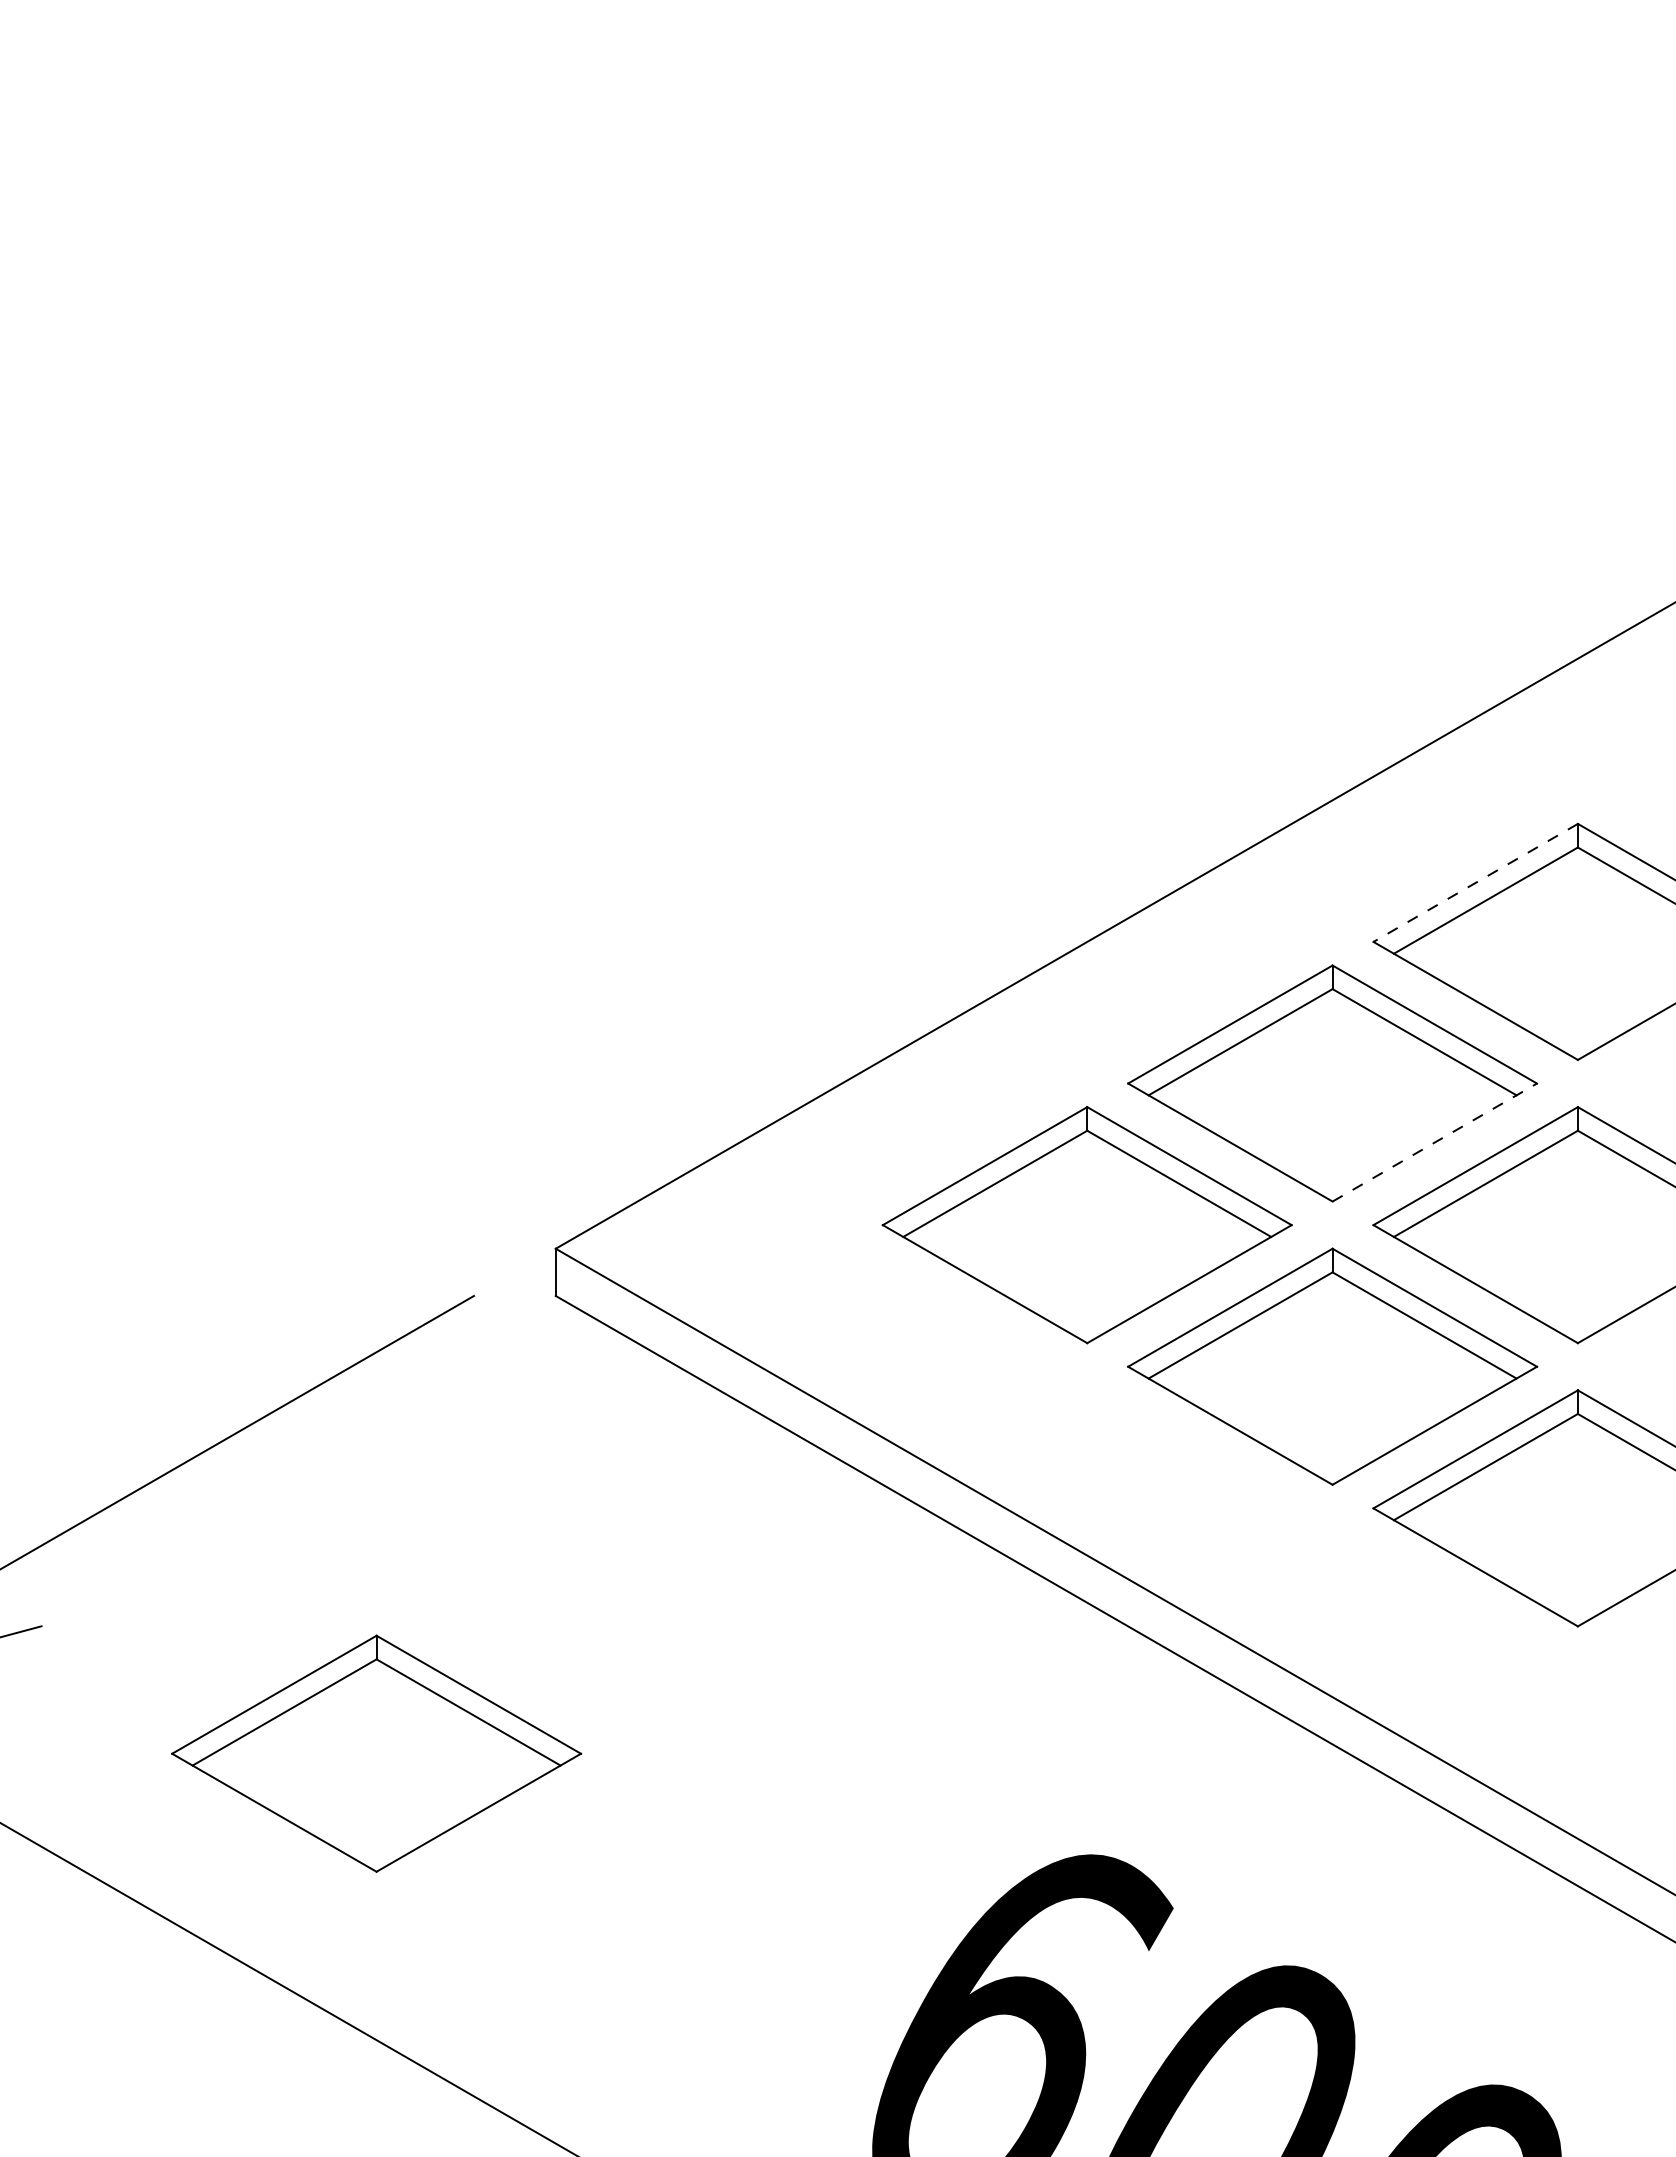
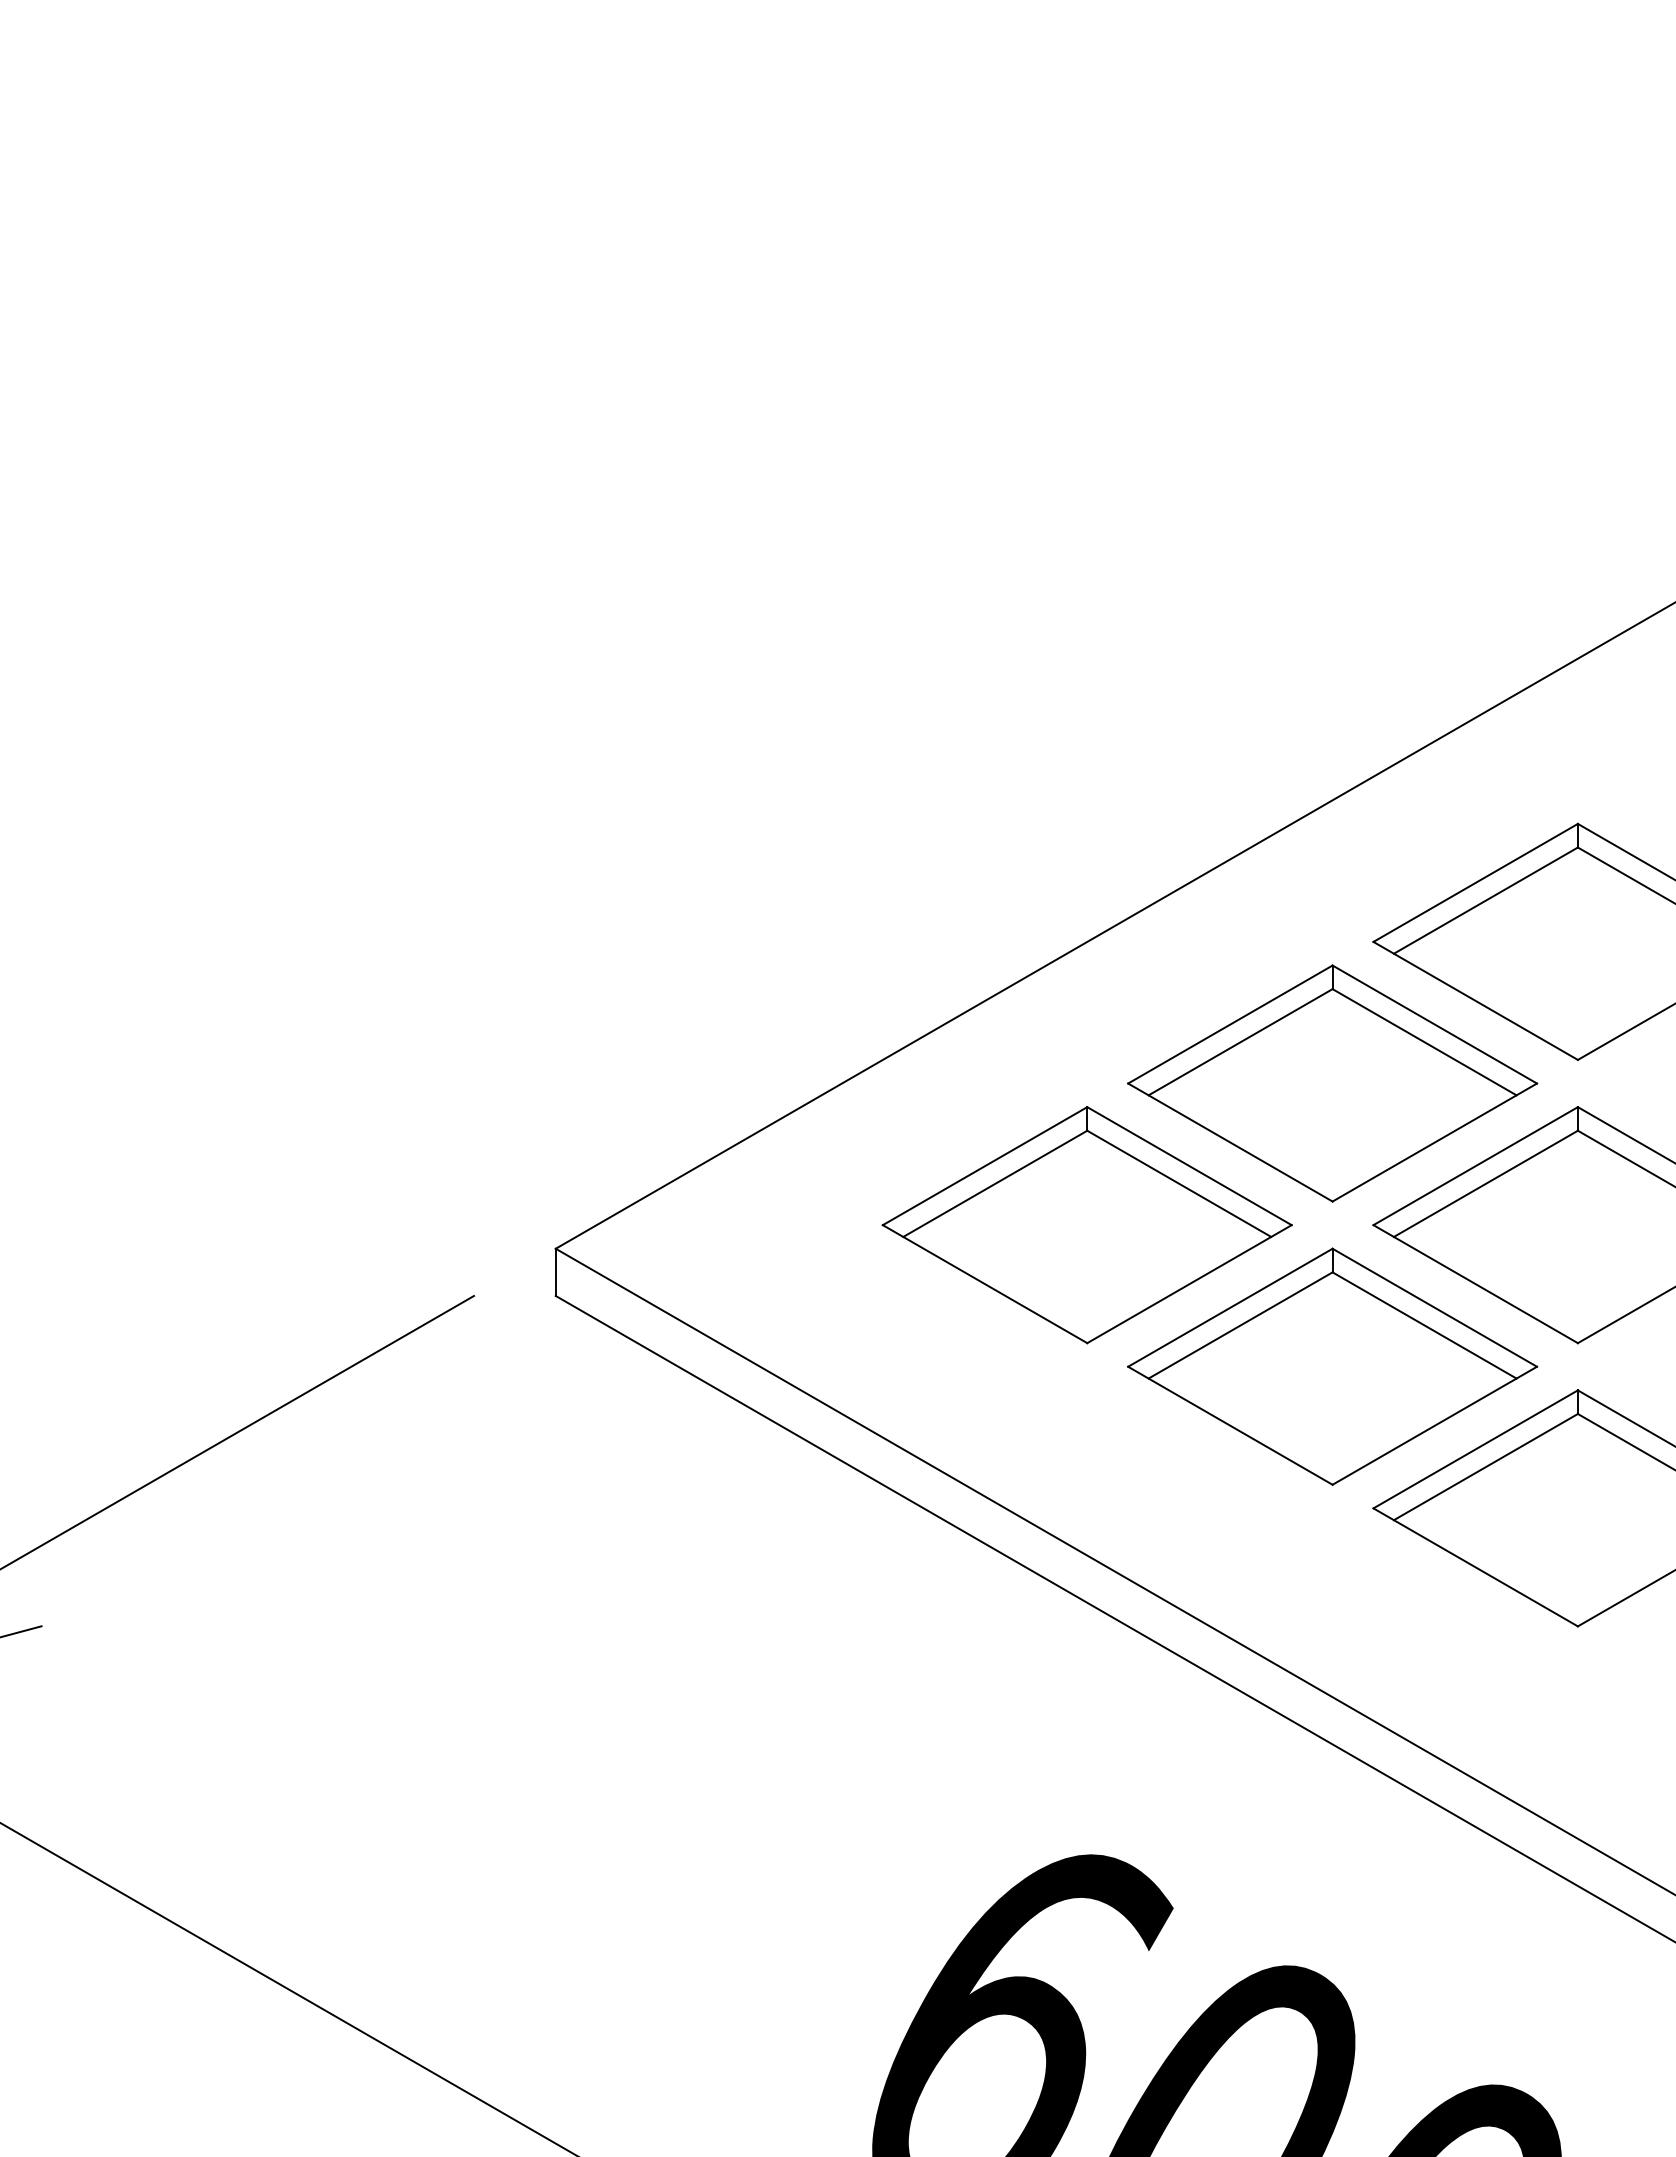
line at (1475, 883): dashed -> solid
line at (1435, 1142): dashed -> solid
part at (376, 1753): present -> none
